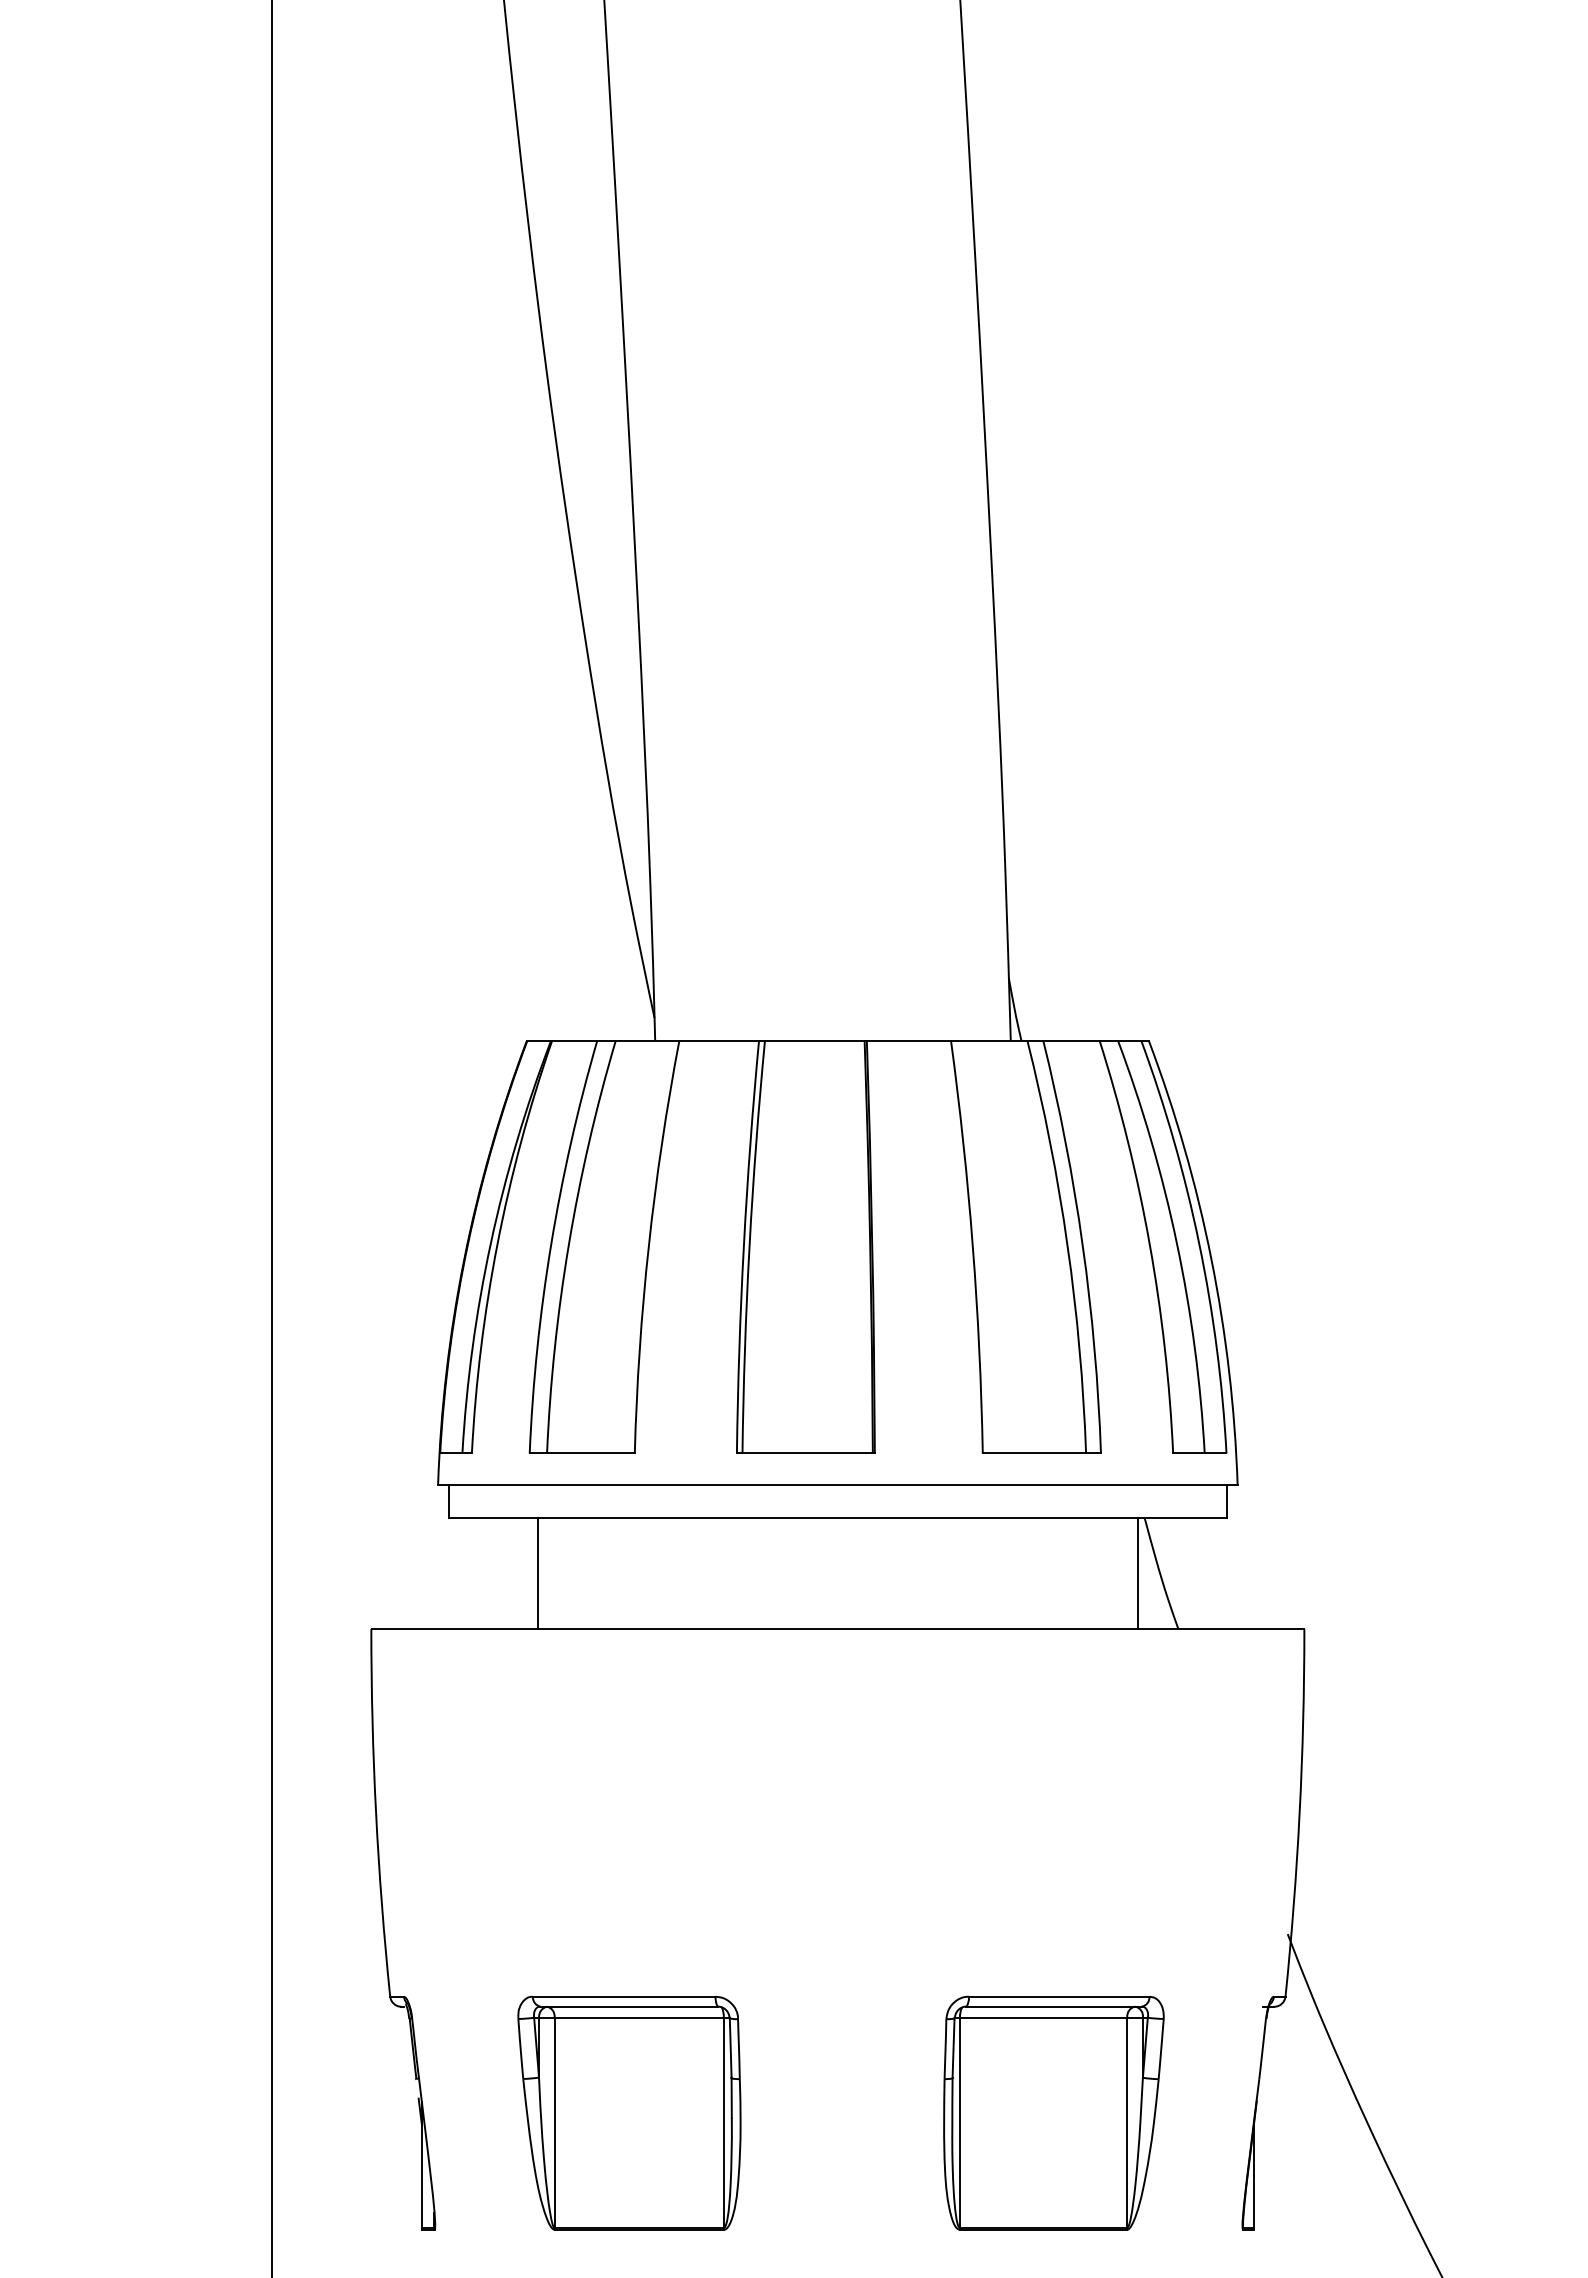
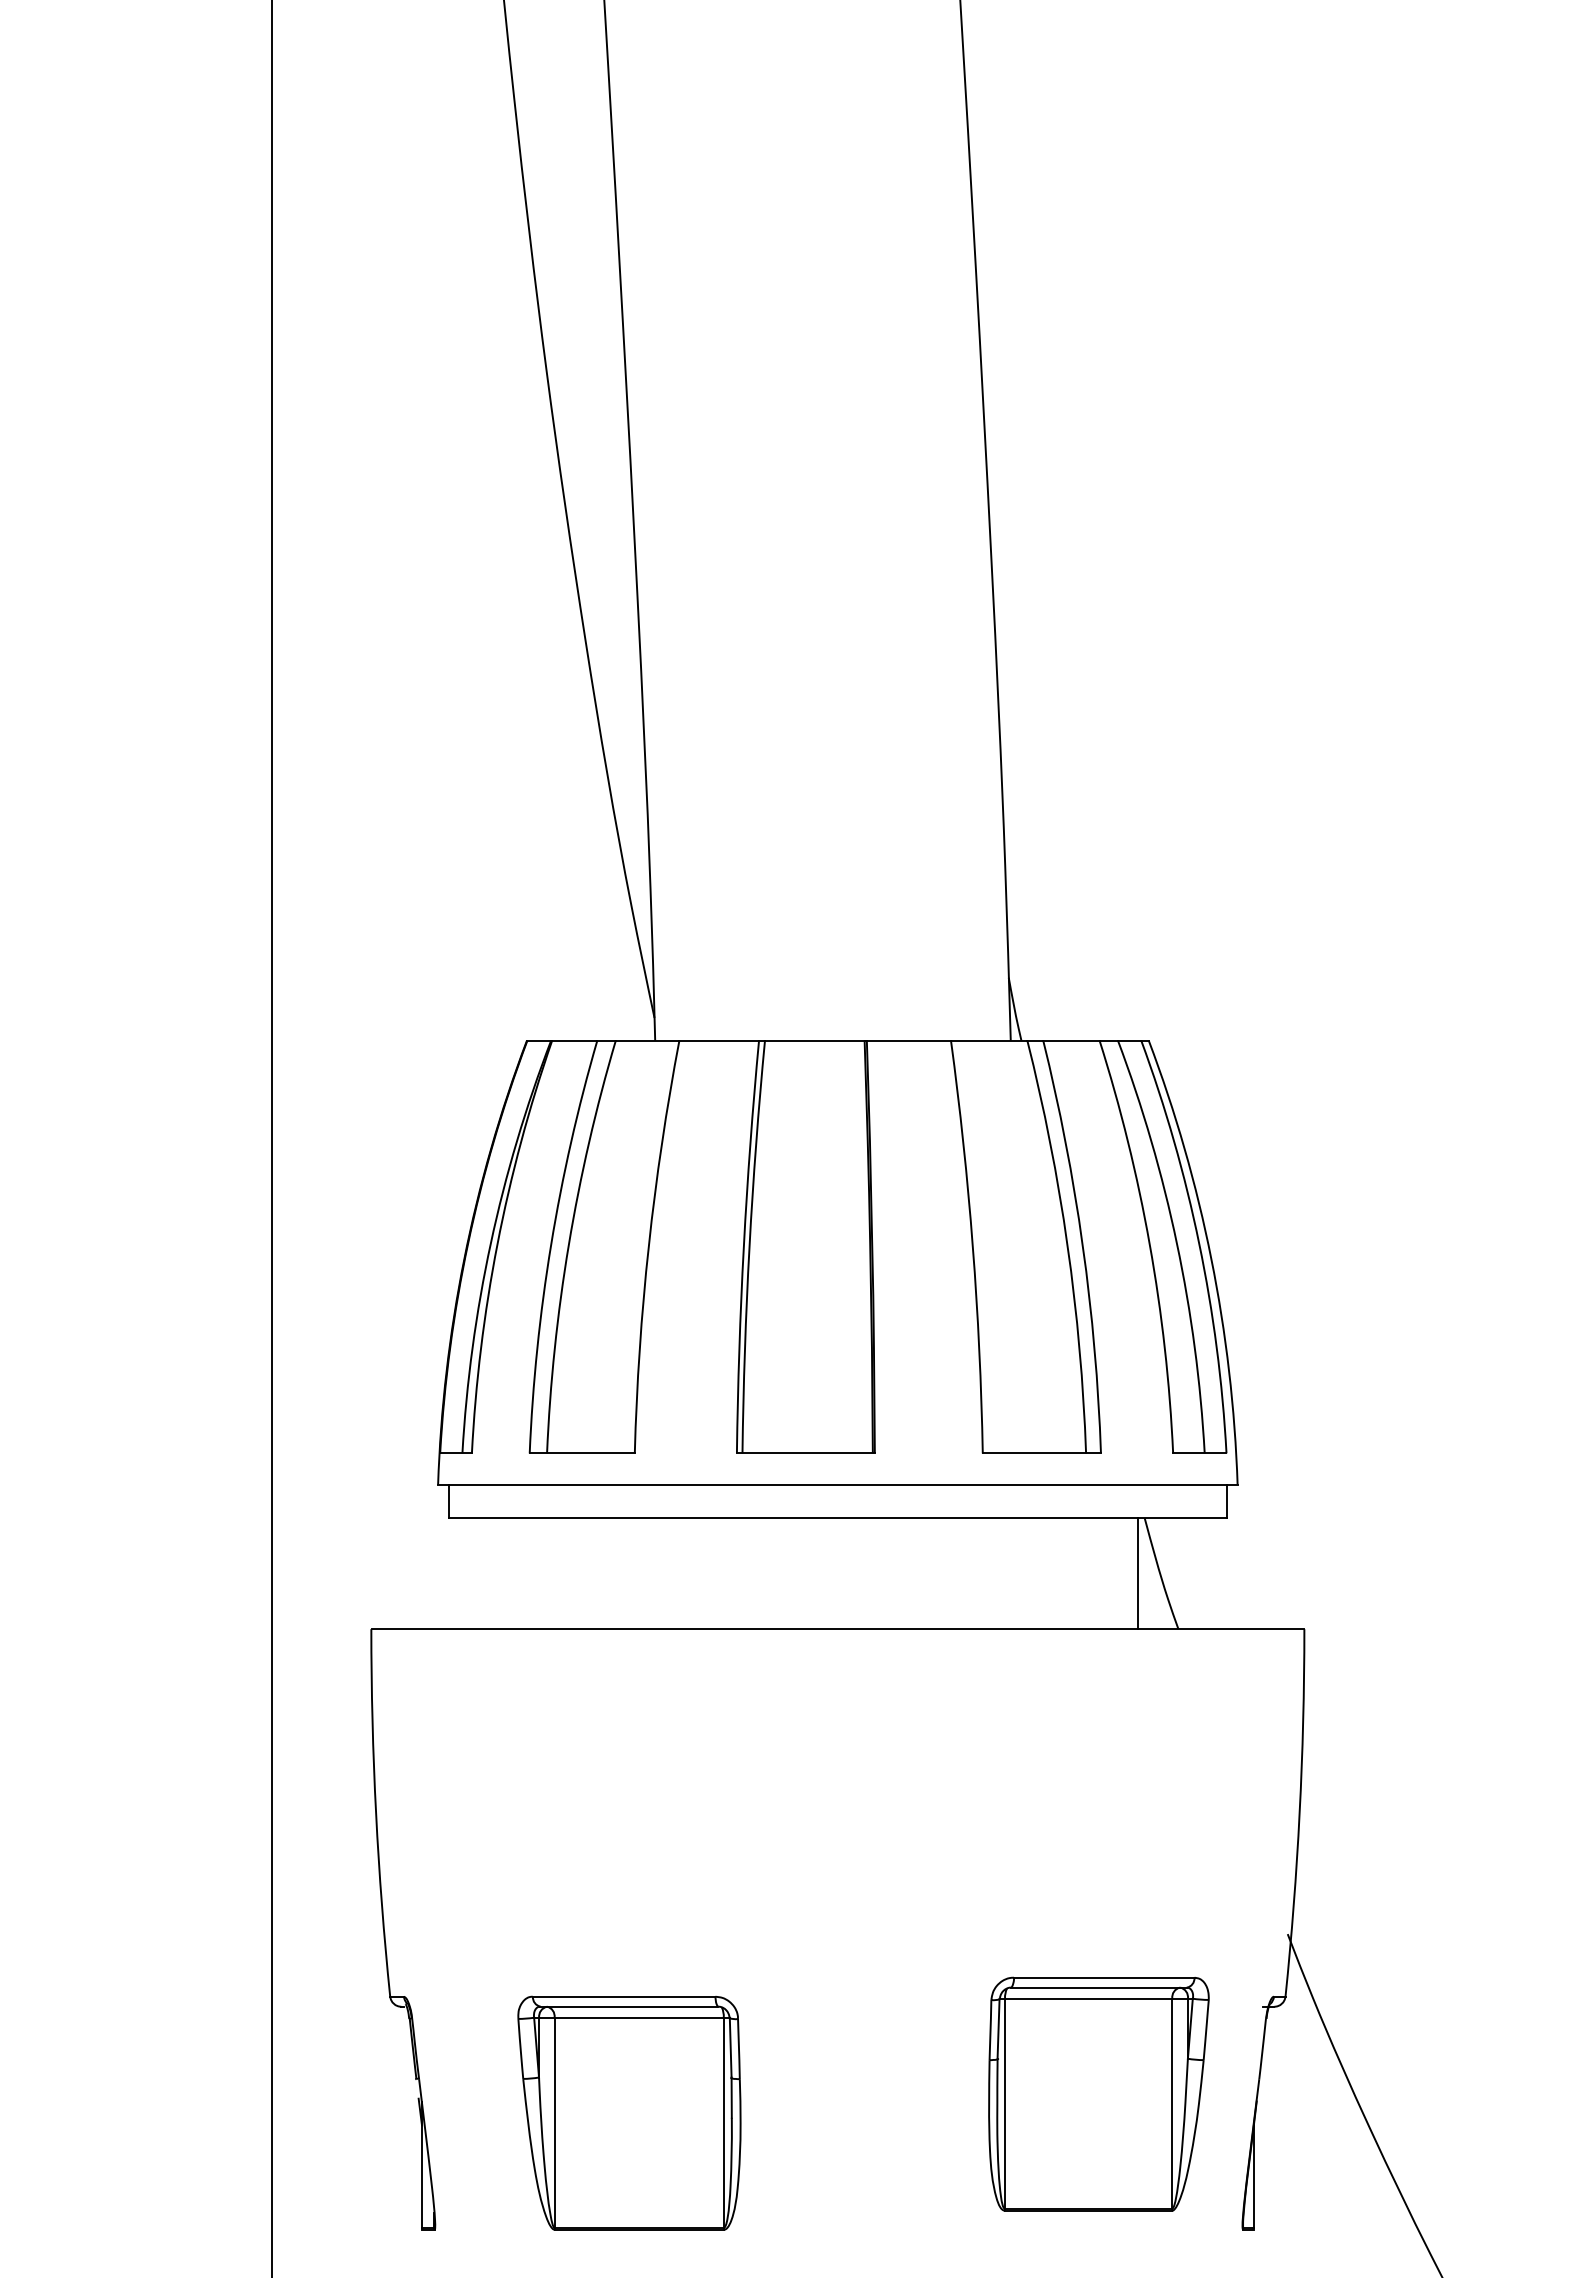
line at (538, 1573): present -> none
part at (1053, 2112) position: (1053, 2112) -> (1098, 2093)
